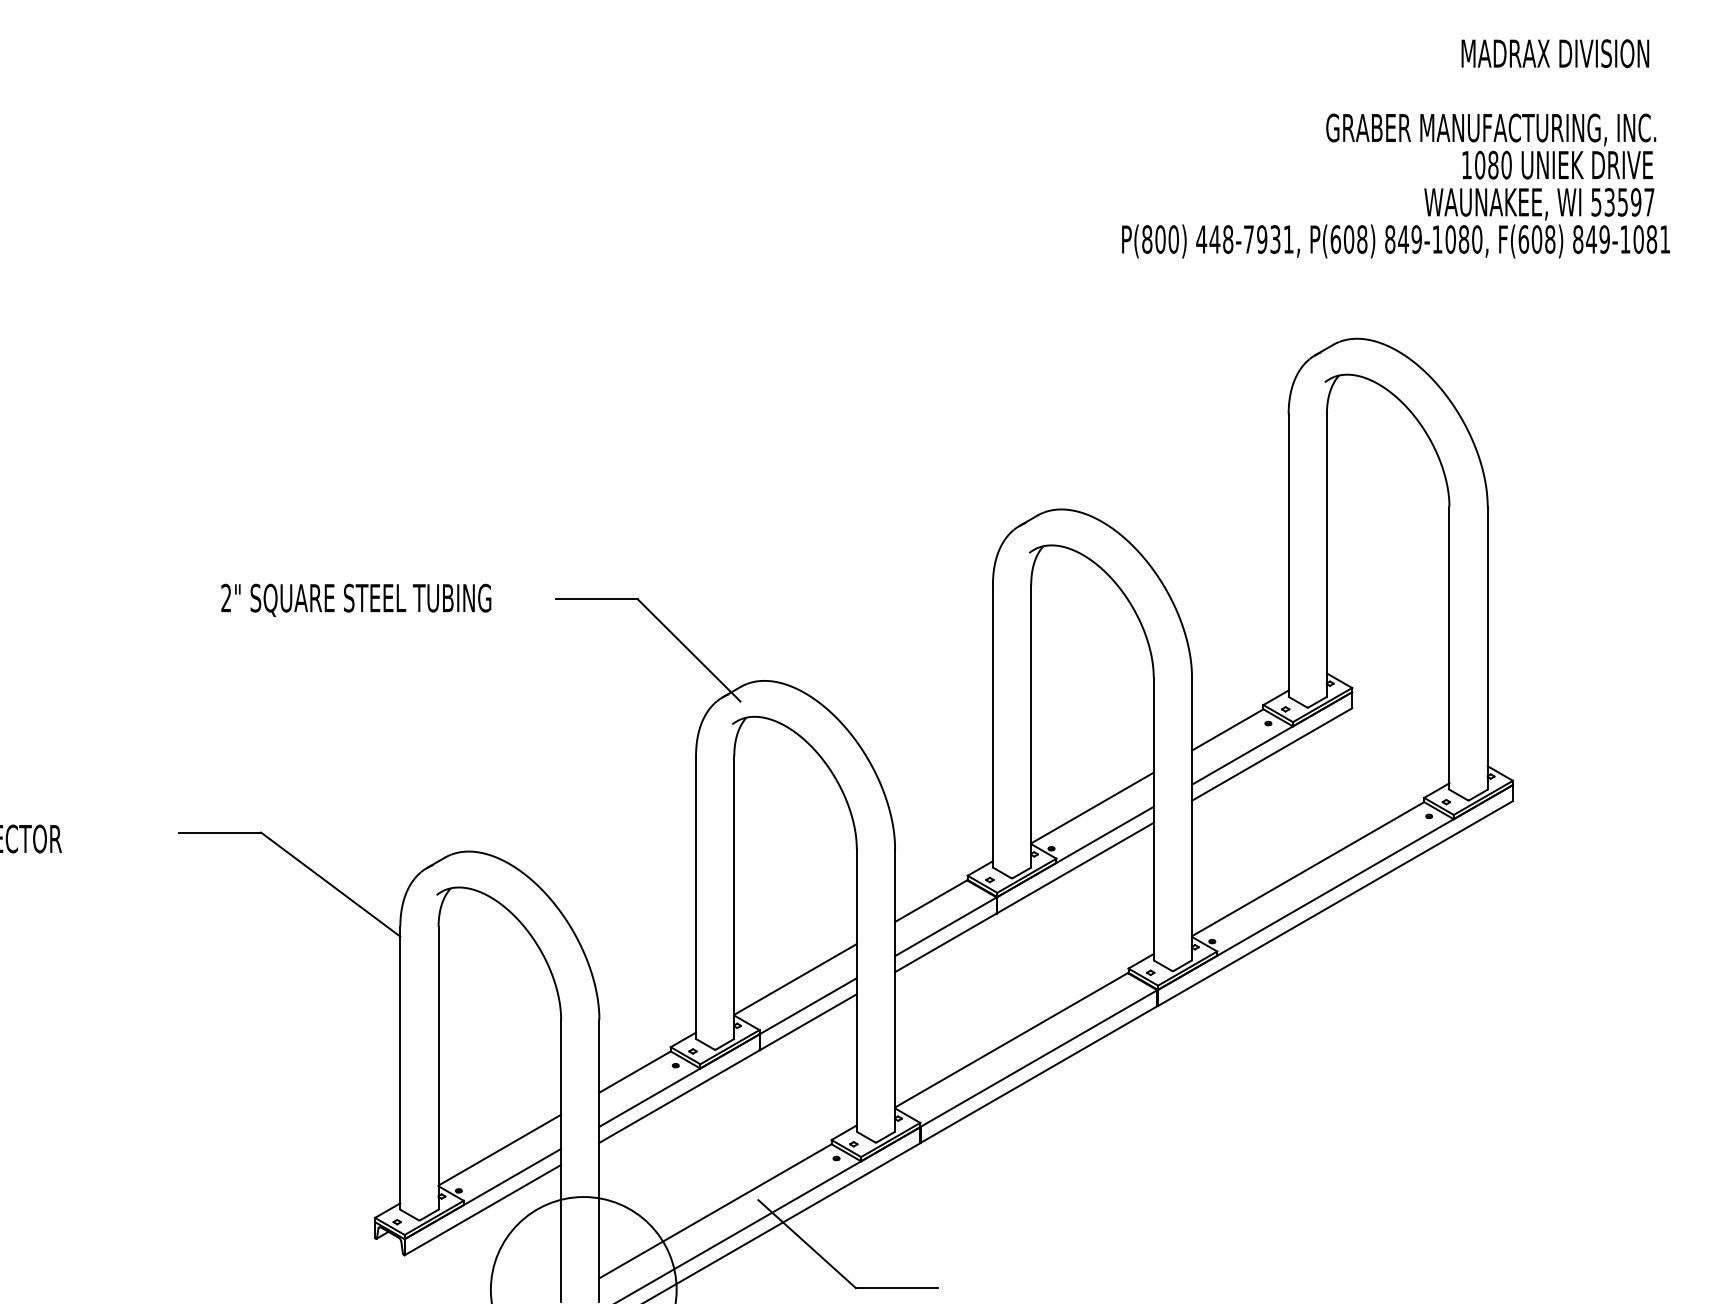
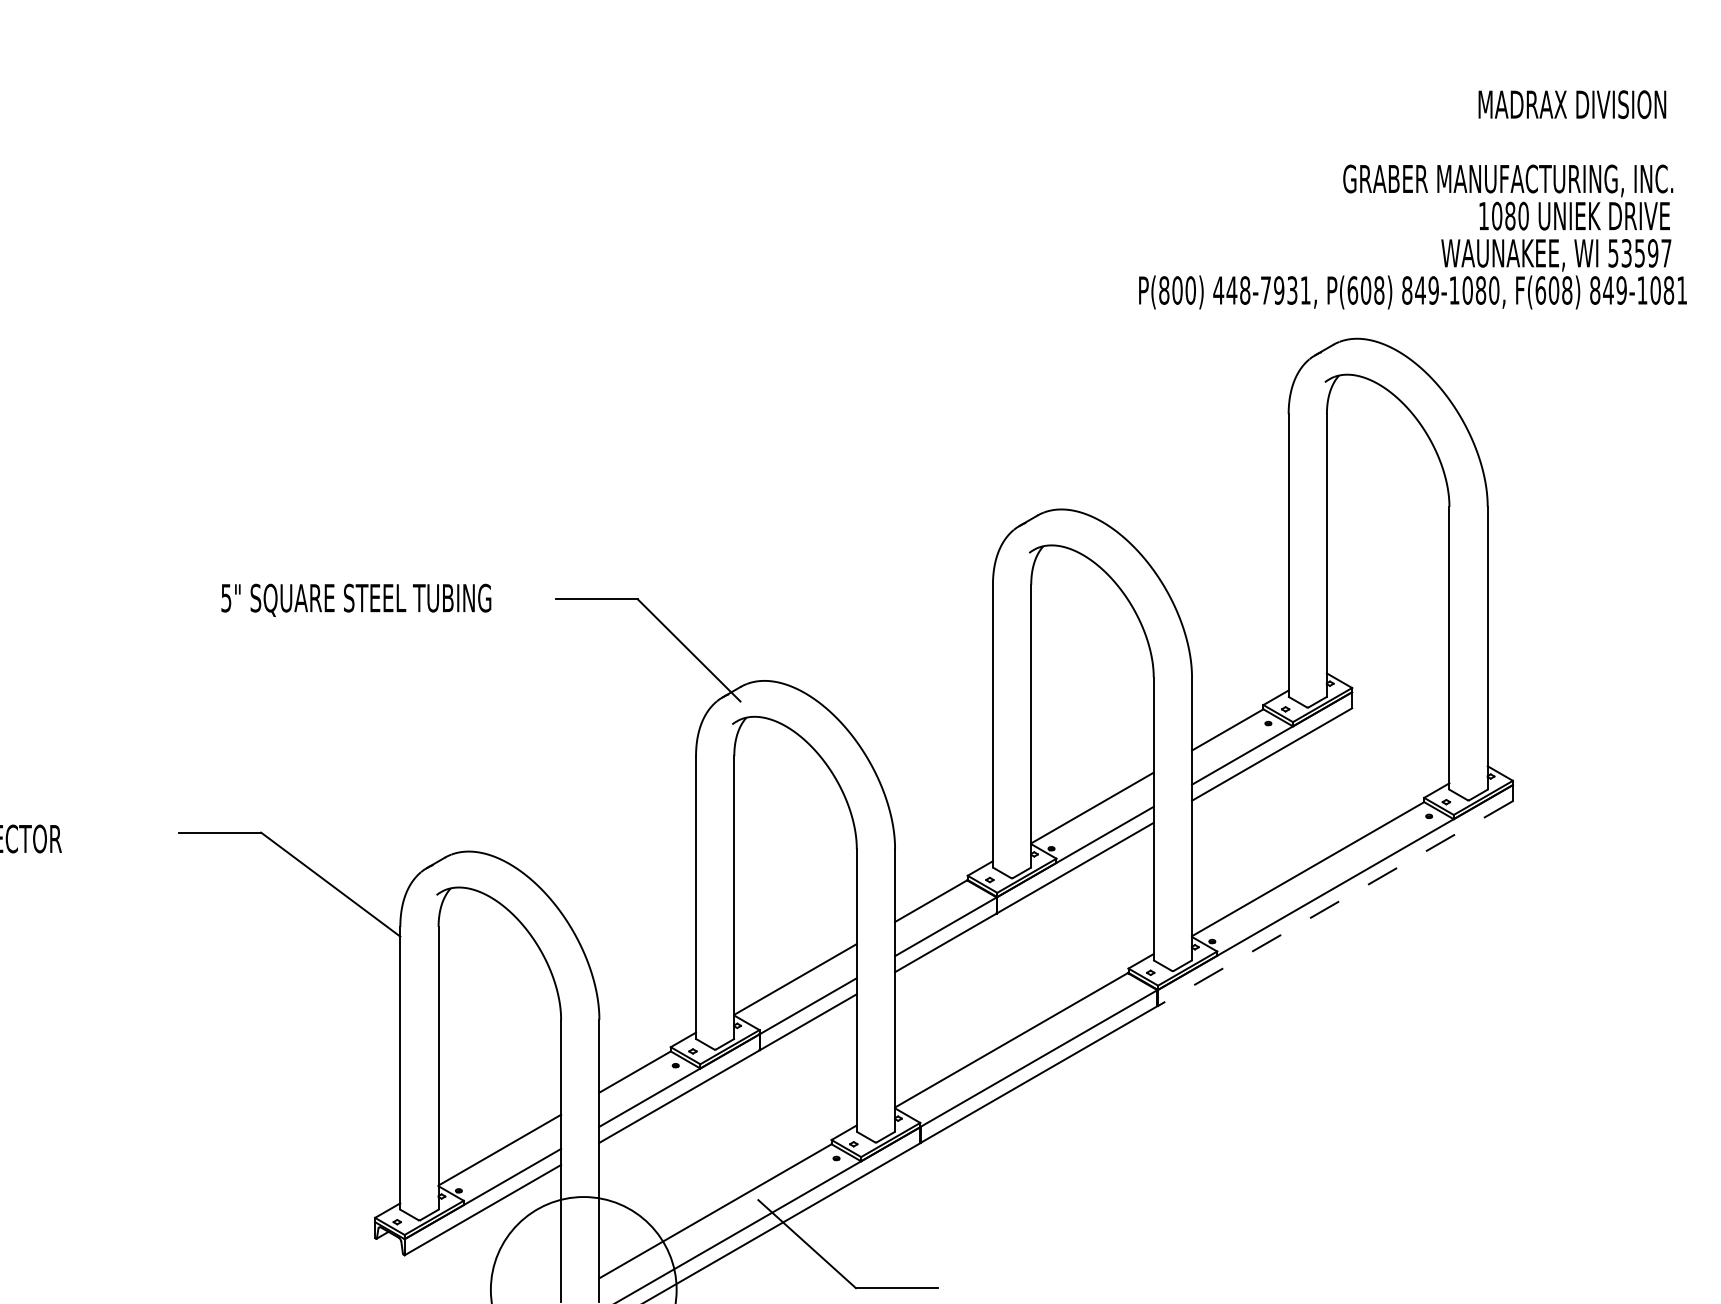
text at (1395, 148) position: (1395, 148) -> (1412, 199)
text at (226, 597): 2" -> 5"
line at (1335, 903): solid -> dashed
